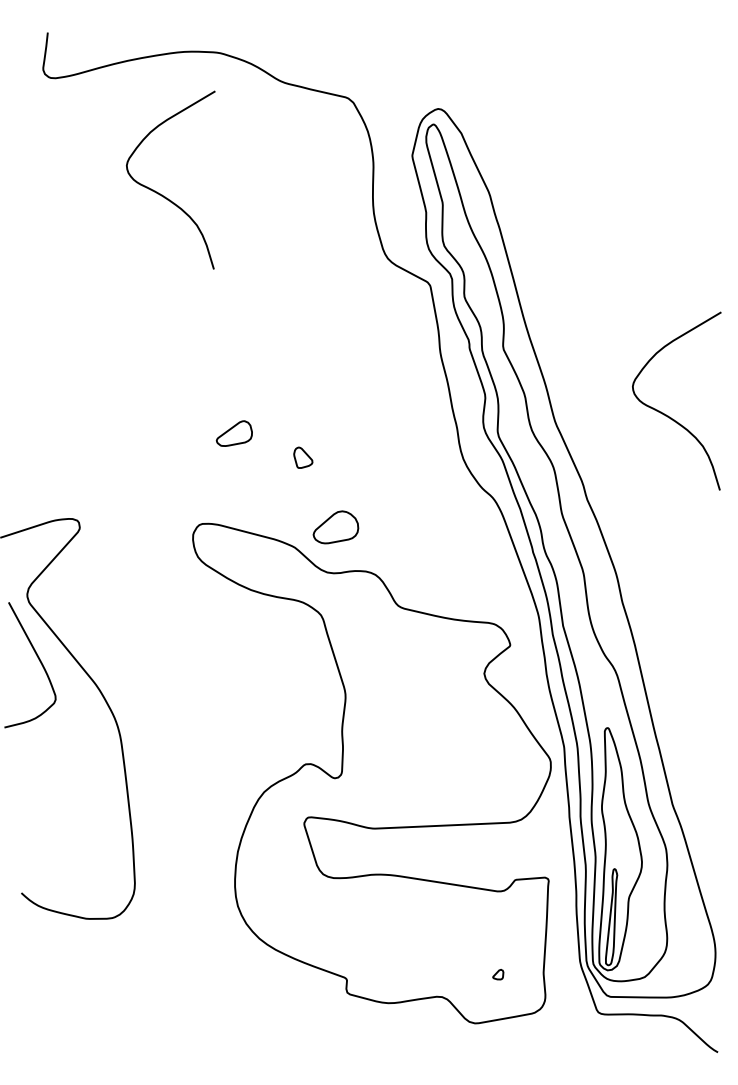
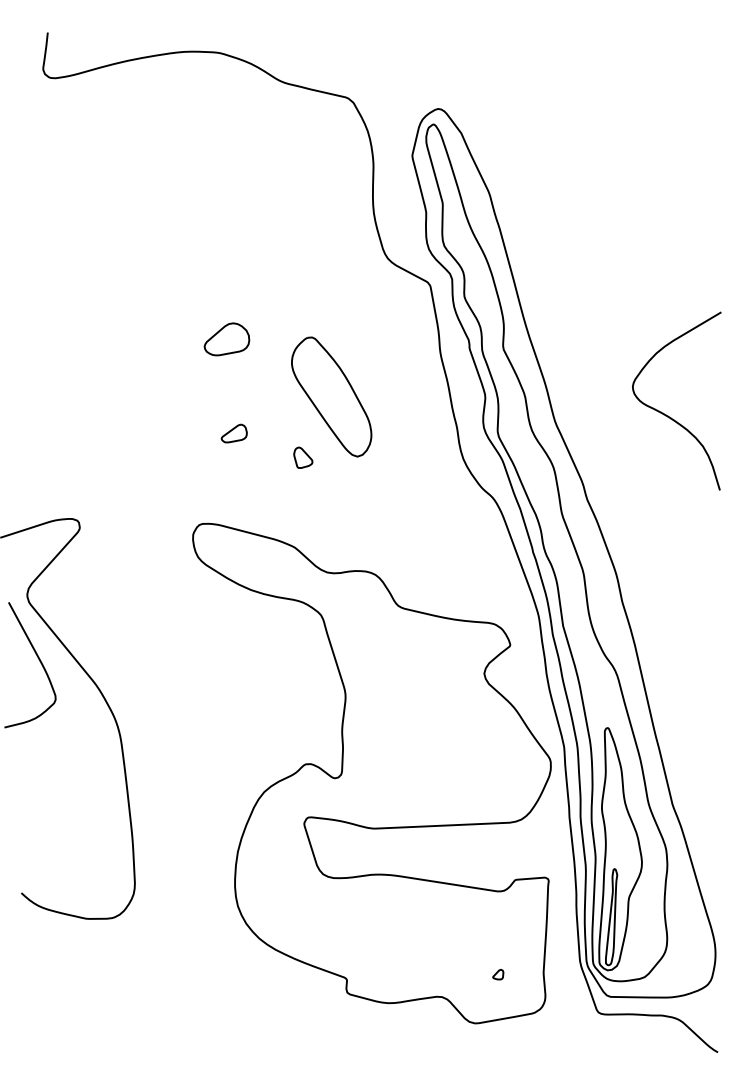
curve at (162, 194): present -> none
part at (331, 396): none -> present
part at (233, 433) size: 38x27 px -> 28x21 px
part at (335, 527) position: (335, 527) -> (226, 339)
